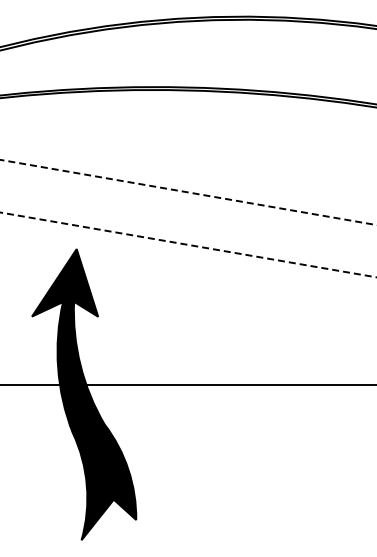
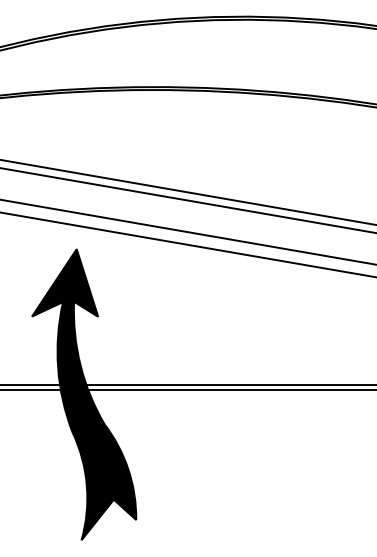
line at (188, 192): dashed -> solid
line at (187, 200): none -> present
line at (187, 232): none -> present
line at (188, 245): dashed -> solid
line at (187, 389): none -> present
